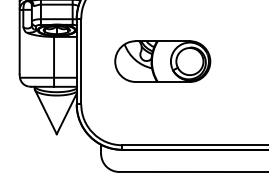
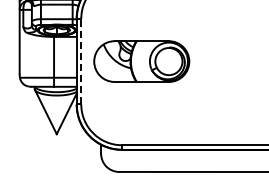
line at (81, 61): solid -> dashed
part at (162, 61) position: (162, 61) -> (141, 61)
